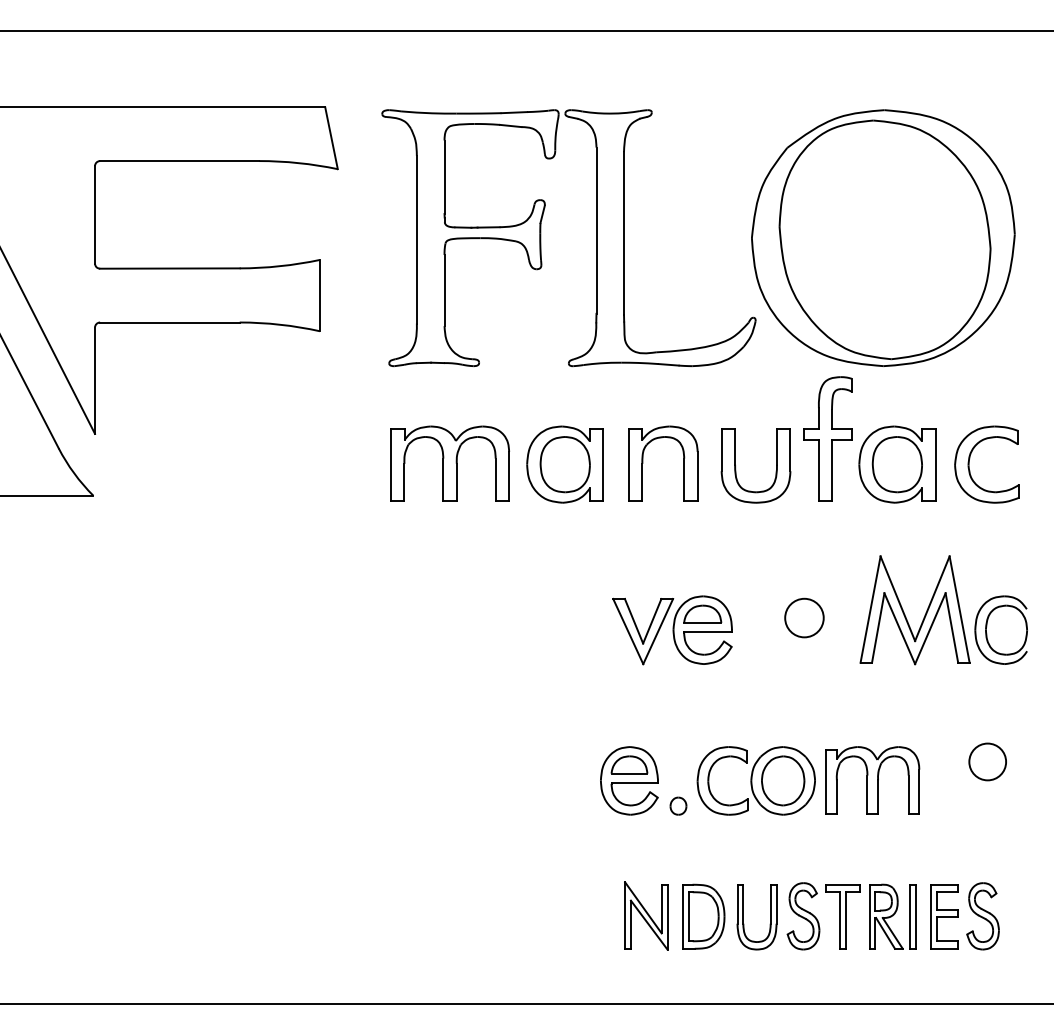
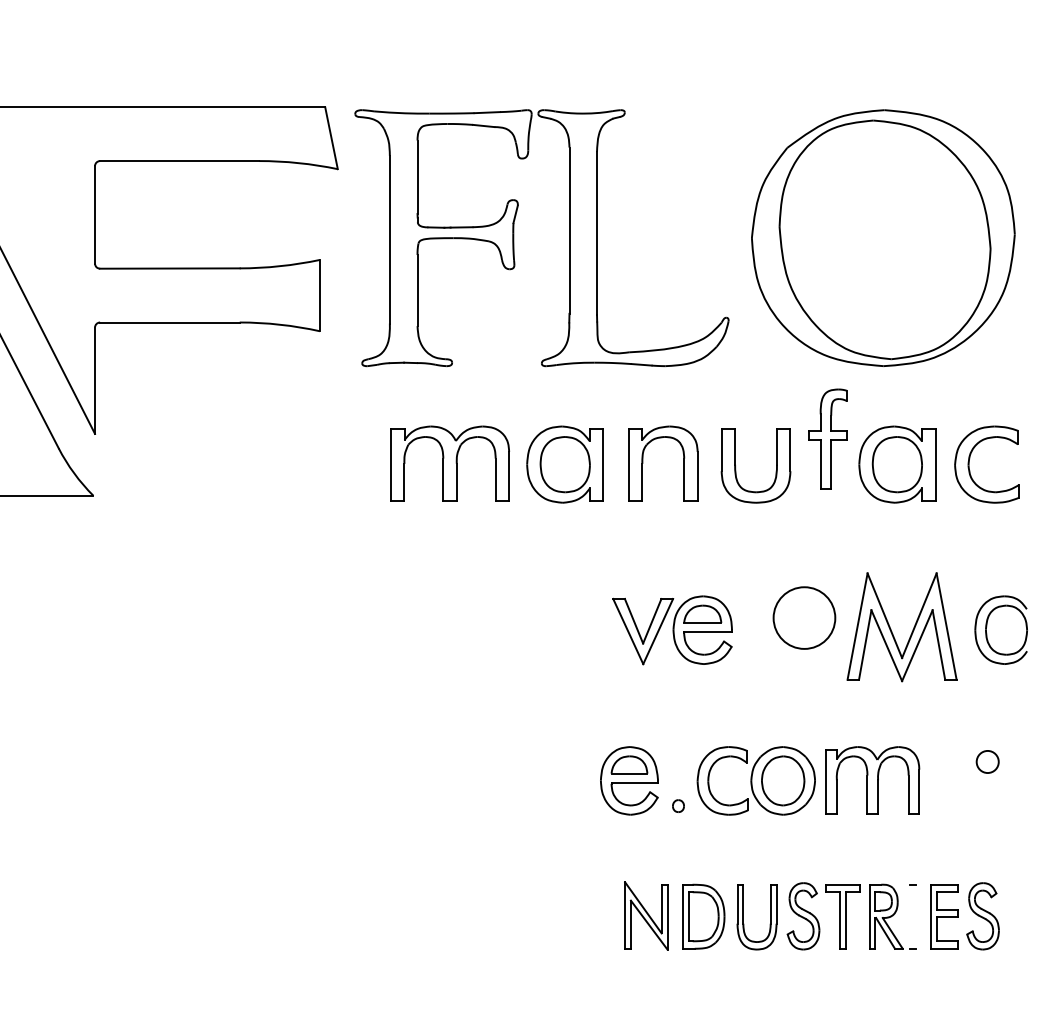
line at (526, 31): present -> none
part at (541, 238) position: (541, 238) -> (514, 238)
part at (827, 438) size: 50x126 px -> 40x102 px
part at (905, 614) position: (905, 614) -> (892, 631)
circle at (804, 617) diameter: 39 px -> 62 px
circle at (987, 761) diameter: 37 px -> 22 px
part at (678, 805) size: 19x20 px -> 13x14 px
line at (909, 916): present -> none
line at (915, 916): present -> none
line at (526, 1003): present -> none
